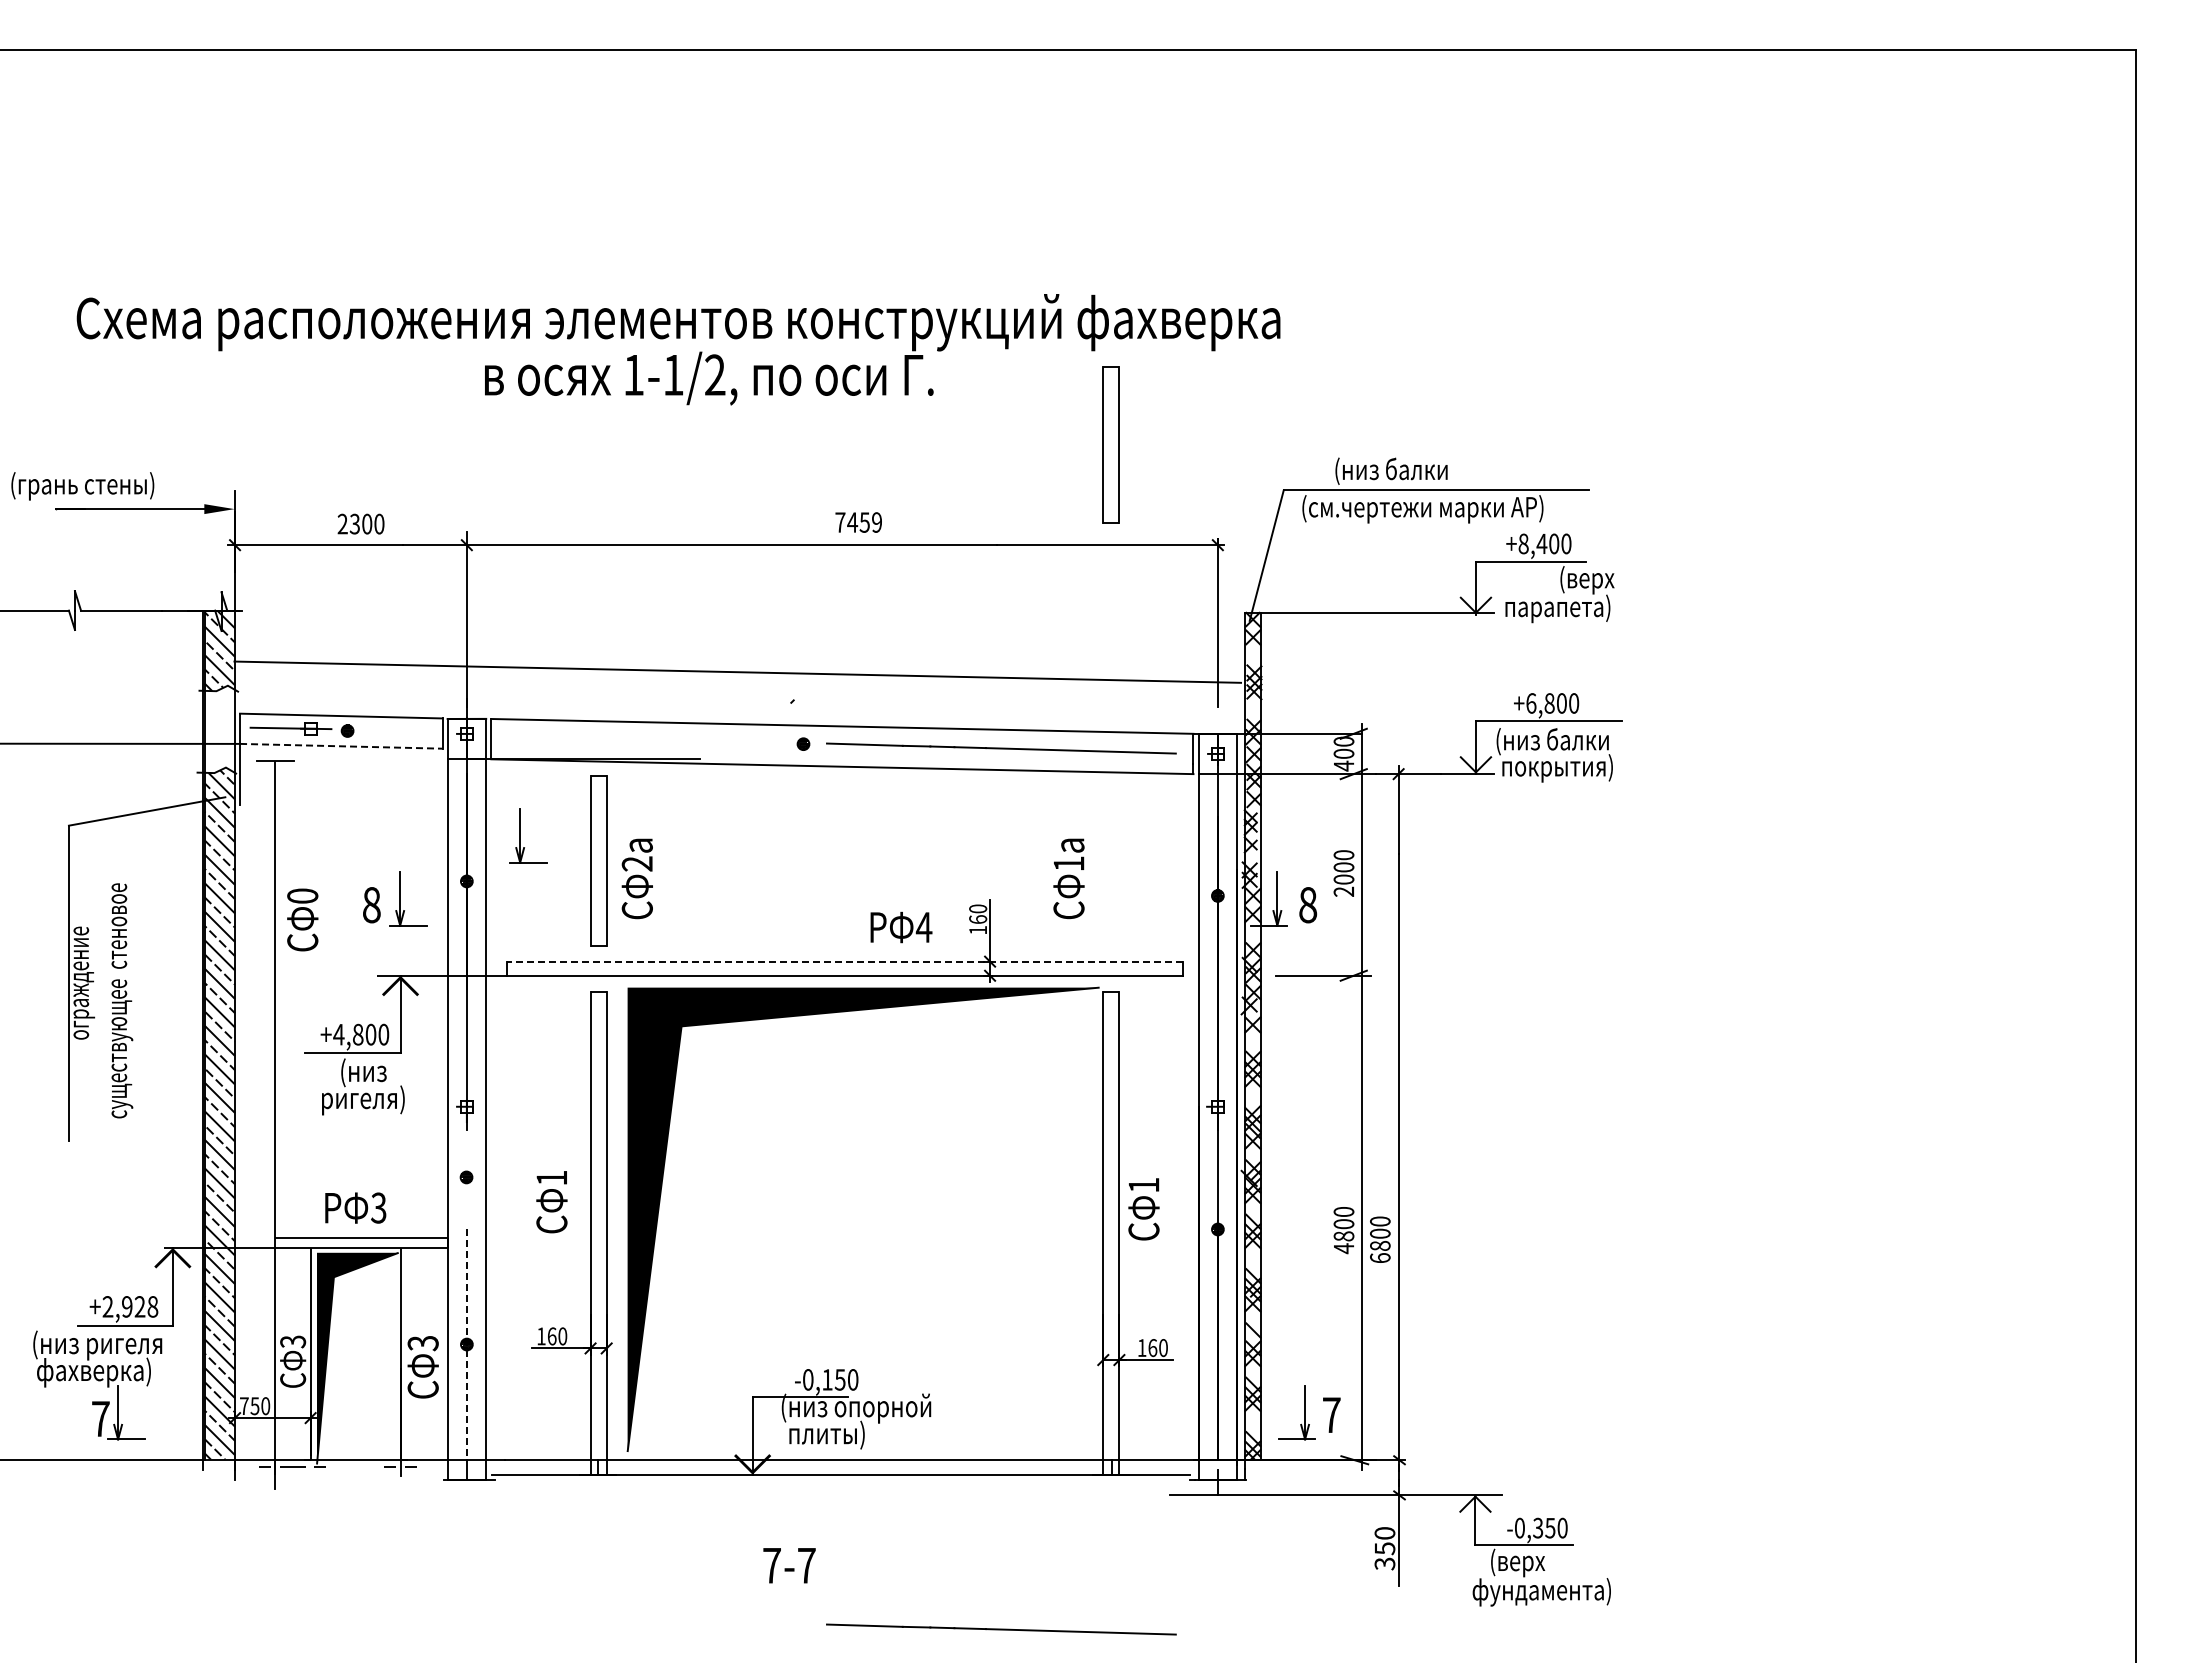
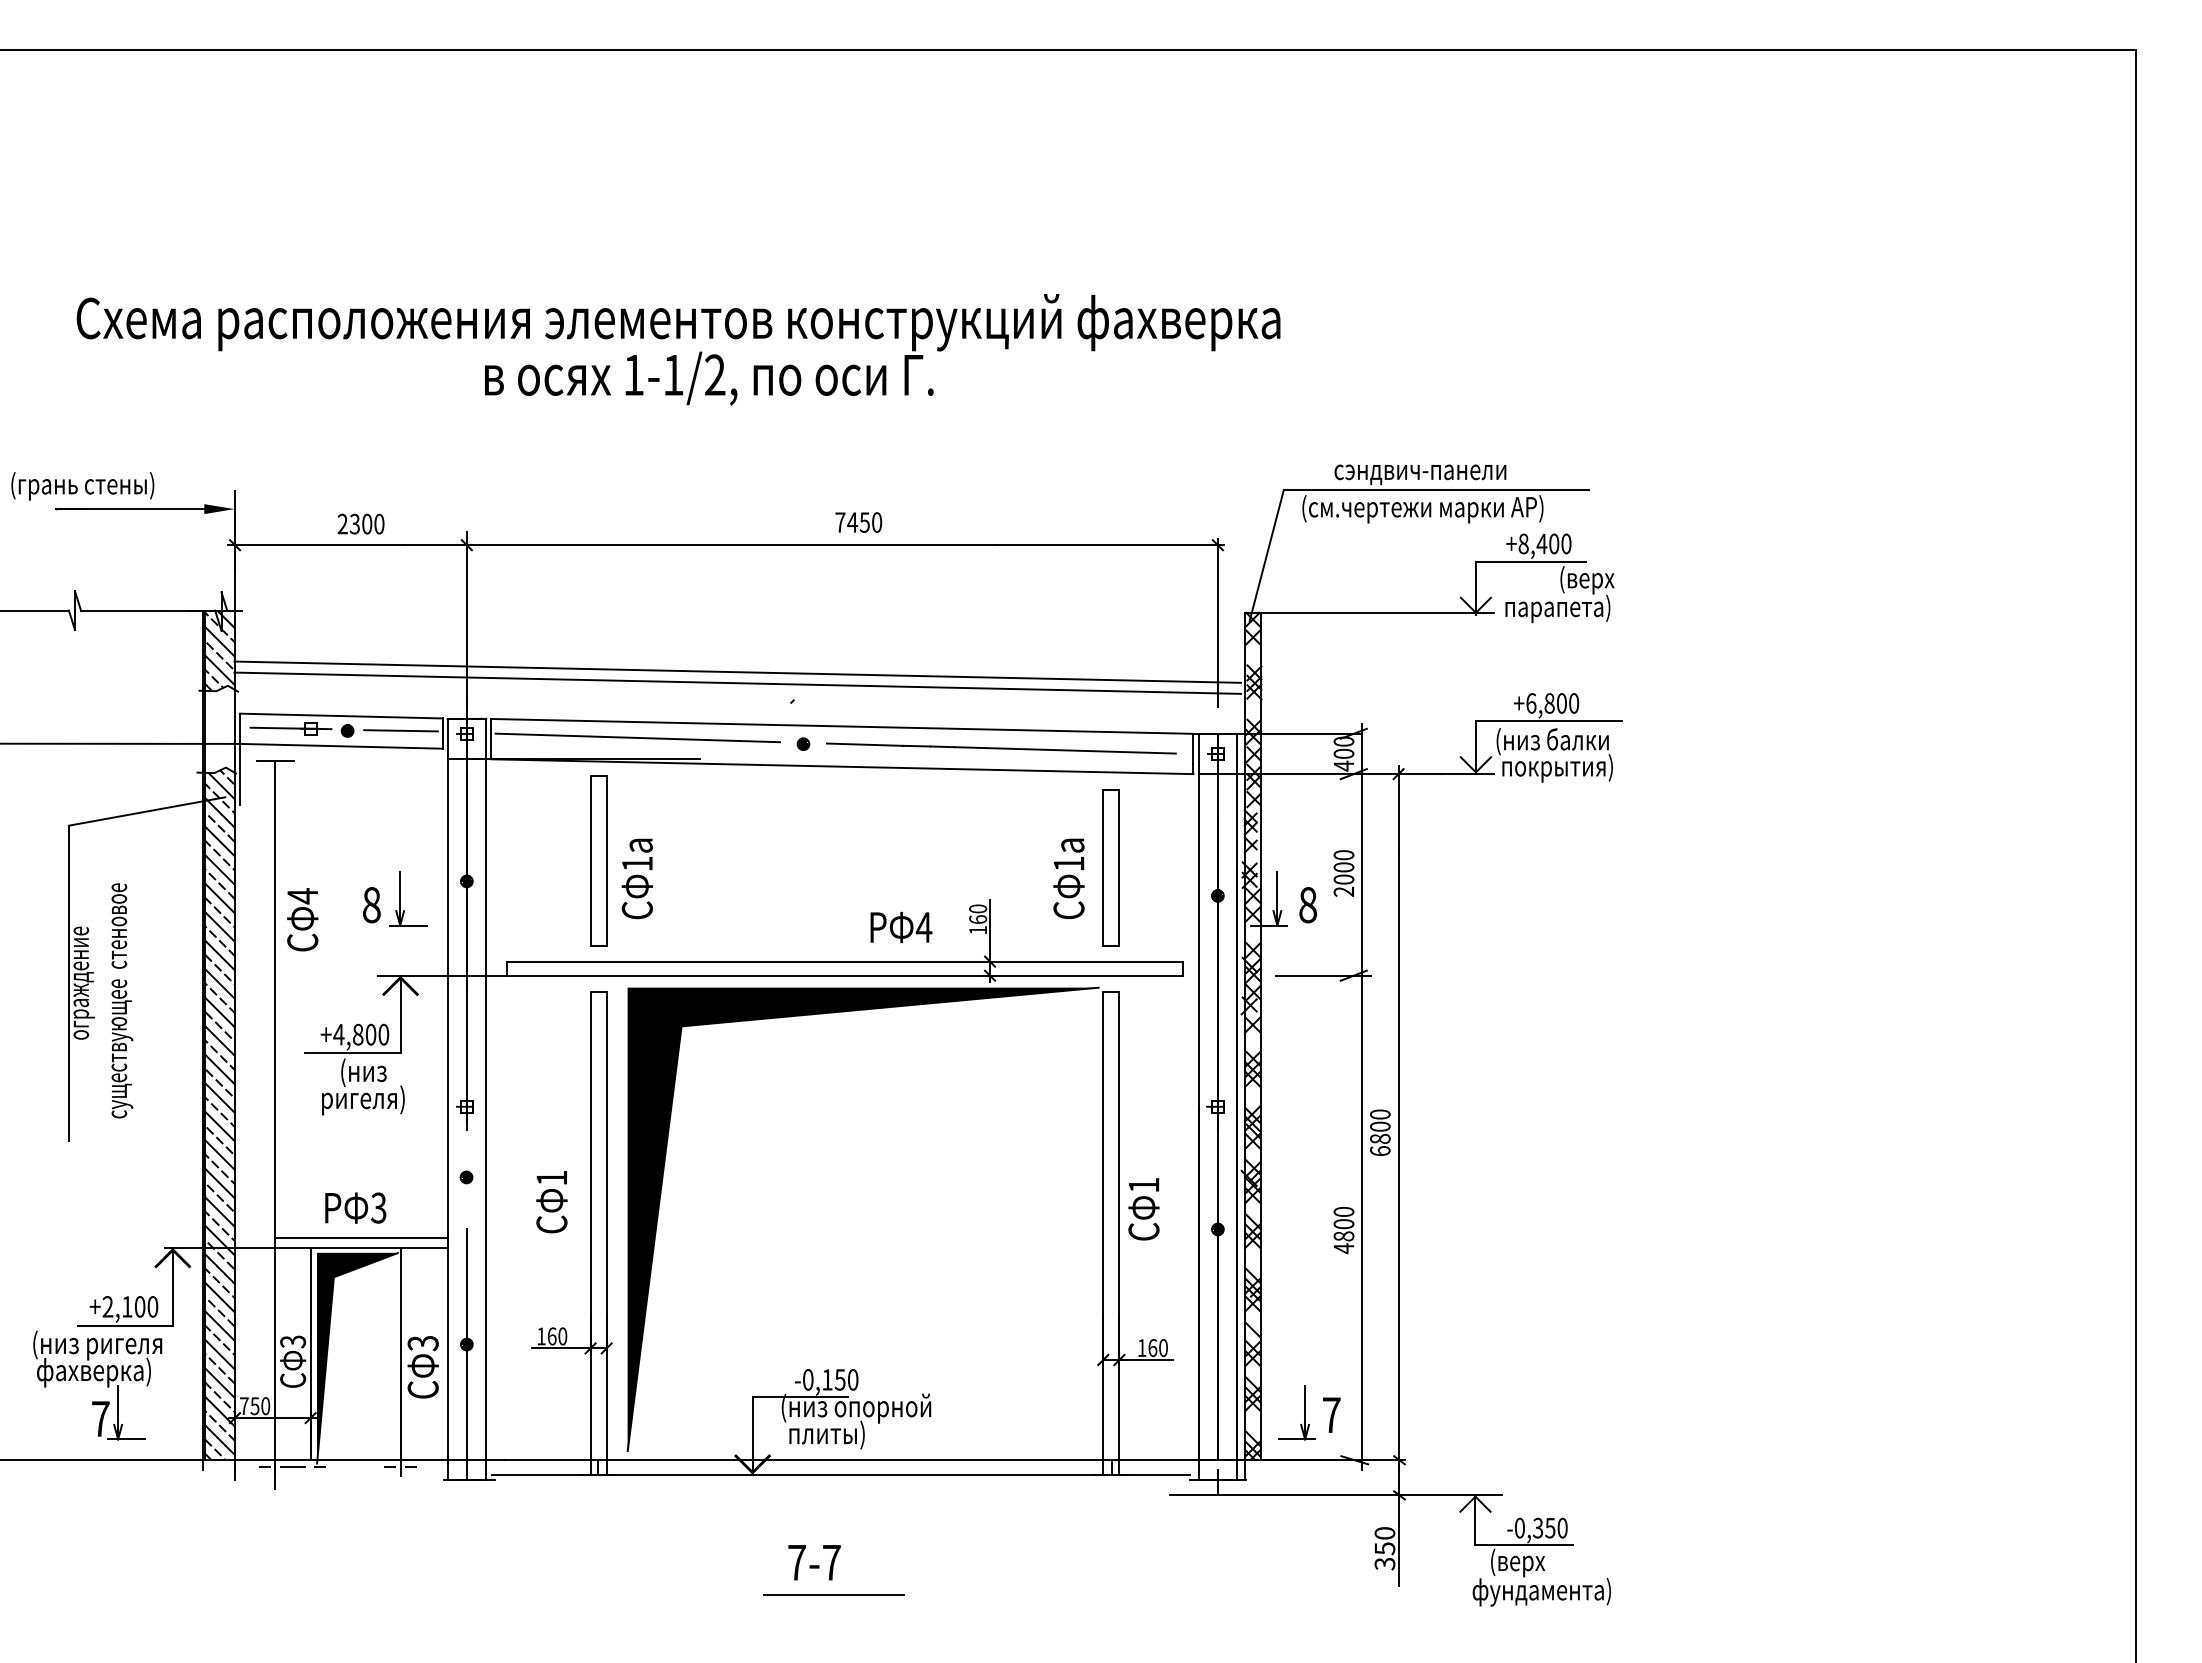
part at (1110, 444) position: (1110, 444) -> (1110, 867)
text at (1420, 471): (низ балки -> сэндвич-панели
text at (877, 522): 7459 -> 7450
line at (737, 682): none -> present
line at (400, 730): none -> present
line at (637, 737): none -> present
line at (341, 746): dashed -> solid
part at (520, 835): present -> none
text at (636, 863): 2 -> 1
text at (302, 896): 0 -> 4
line at (844, 961): dashed -> solid
text at (1380, 1239) position: (1380, 1239) -> (1380, 1132)
text at (140, 1306): +2,928 -> +2,100
line at (466, 1345): dashed -> solid
text at (789, 1565) position: (789, 1565) -> (814, 1562)
line at (833, 1595): none -> present
line at (1001, 1629): present -> none
